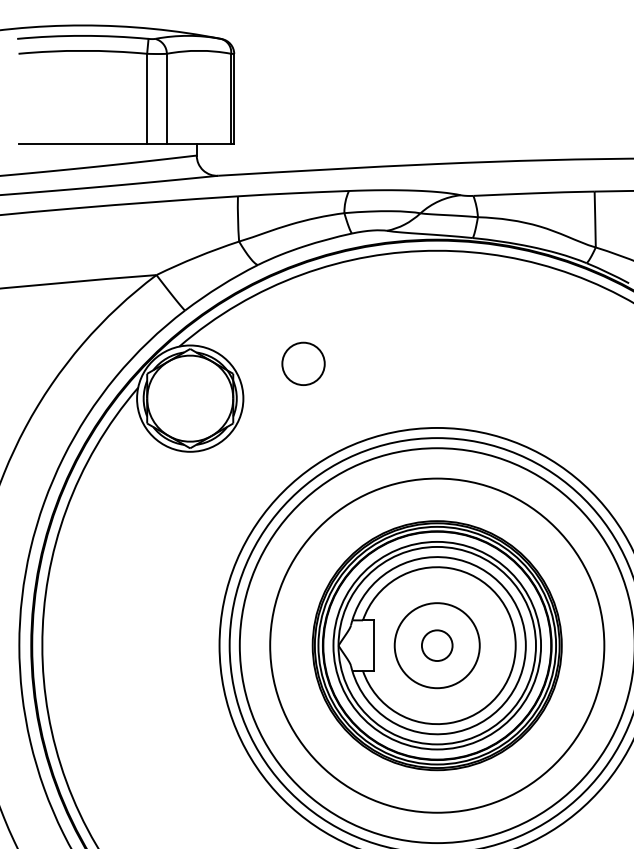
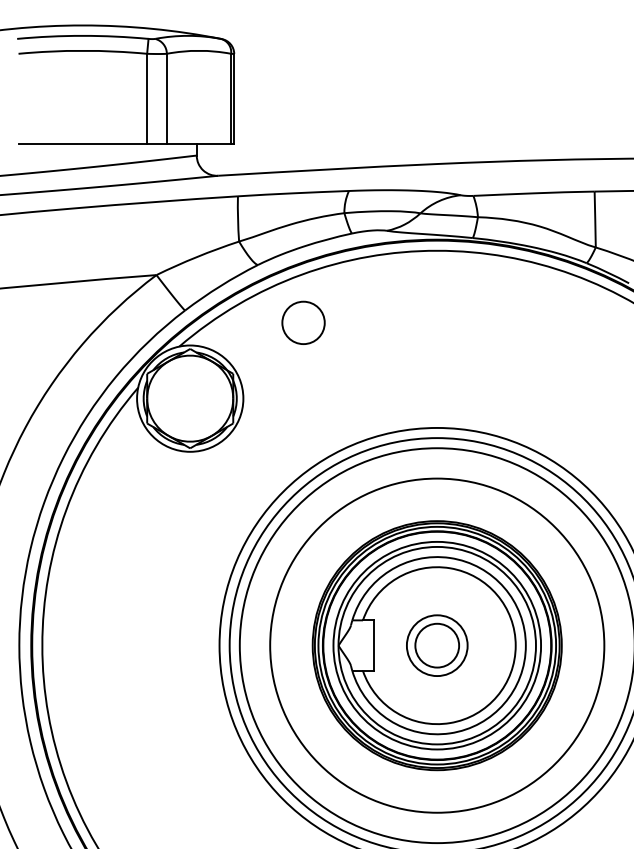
circle at (303, 363) position: (303, 363) -> (303, 322)
circle at (436, 645) diameter: 31 px -> 44 px
circle at (436, 645) diameter: 85 px -> 61 px
